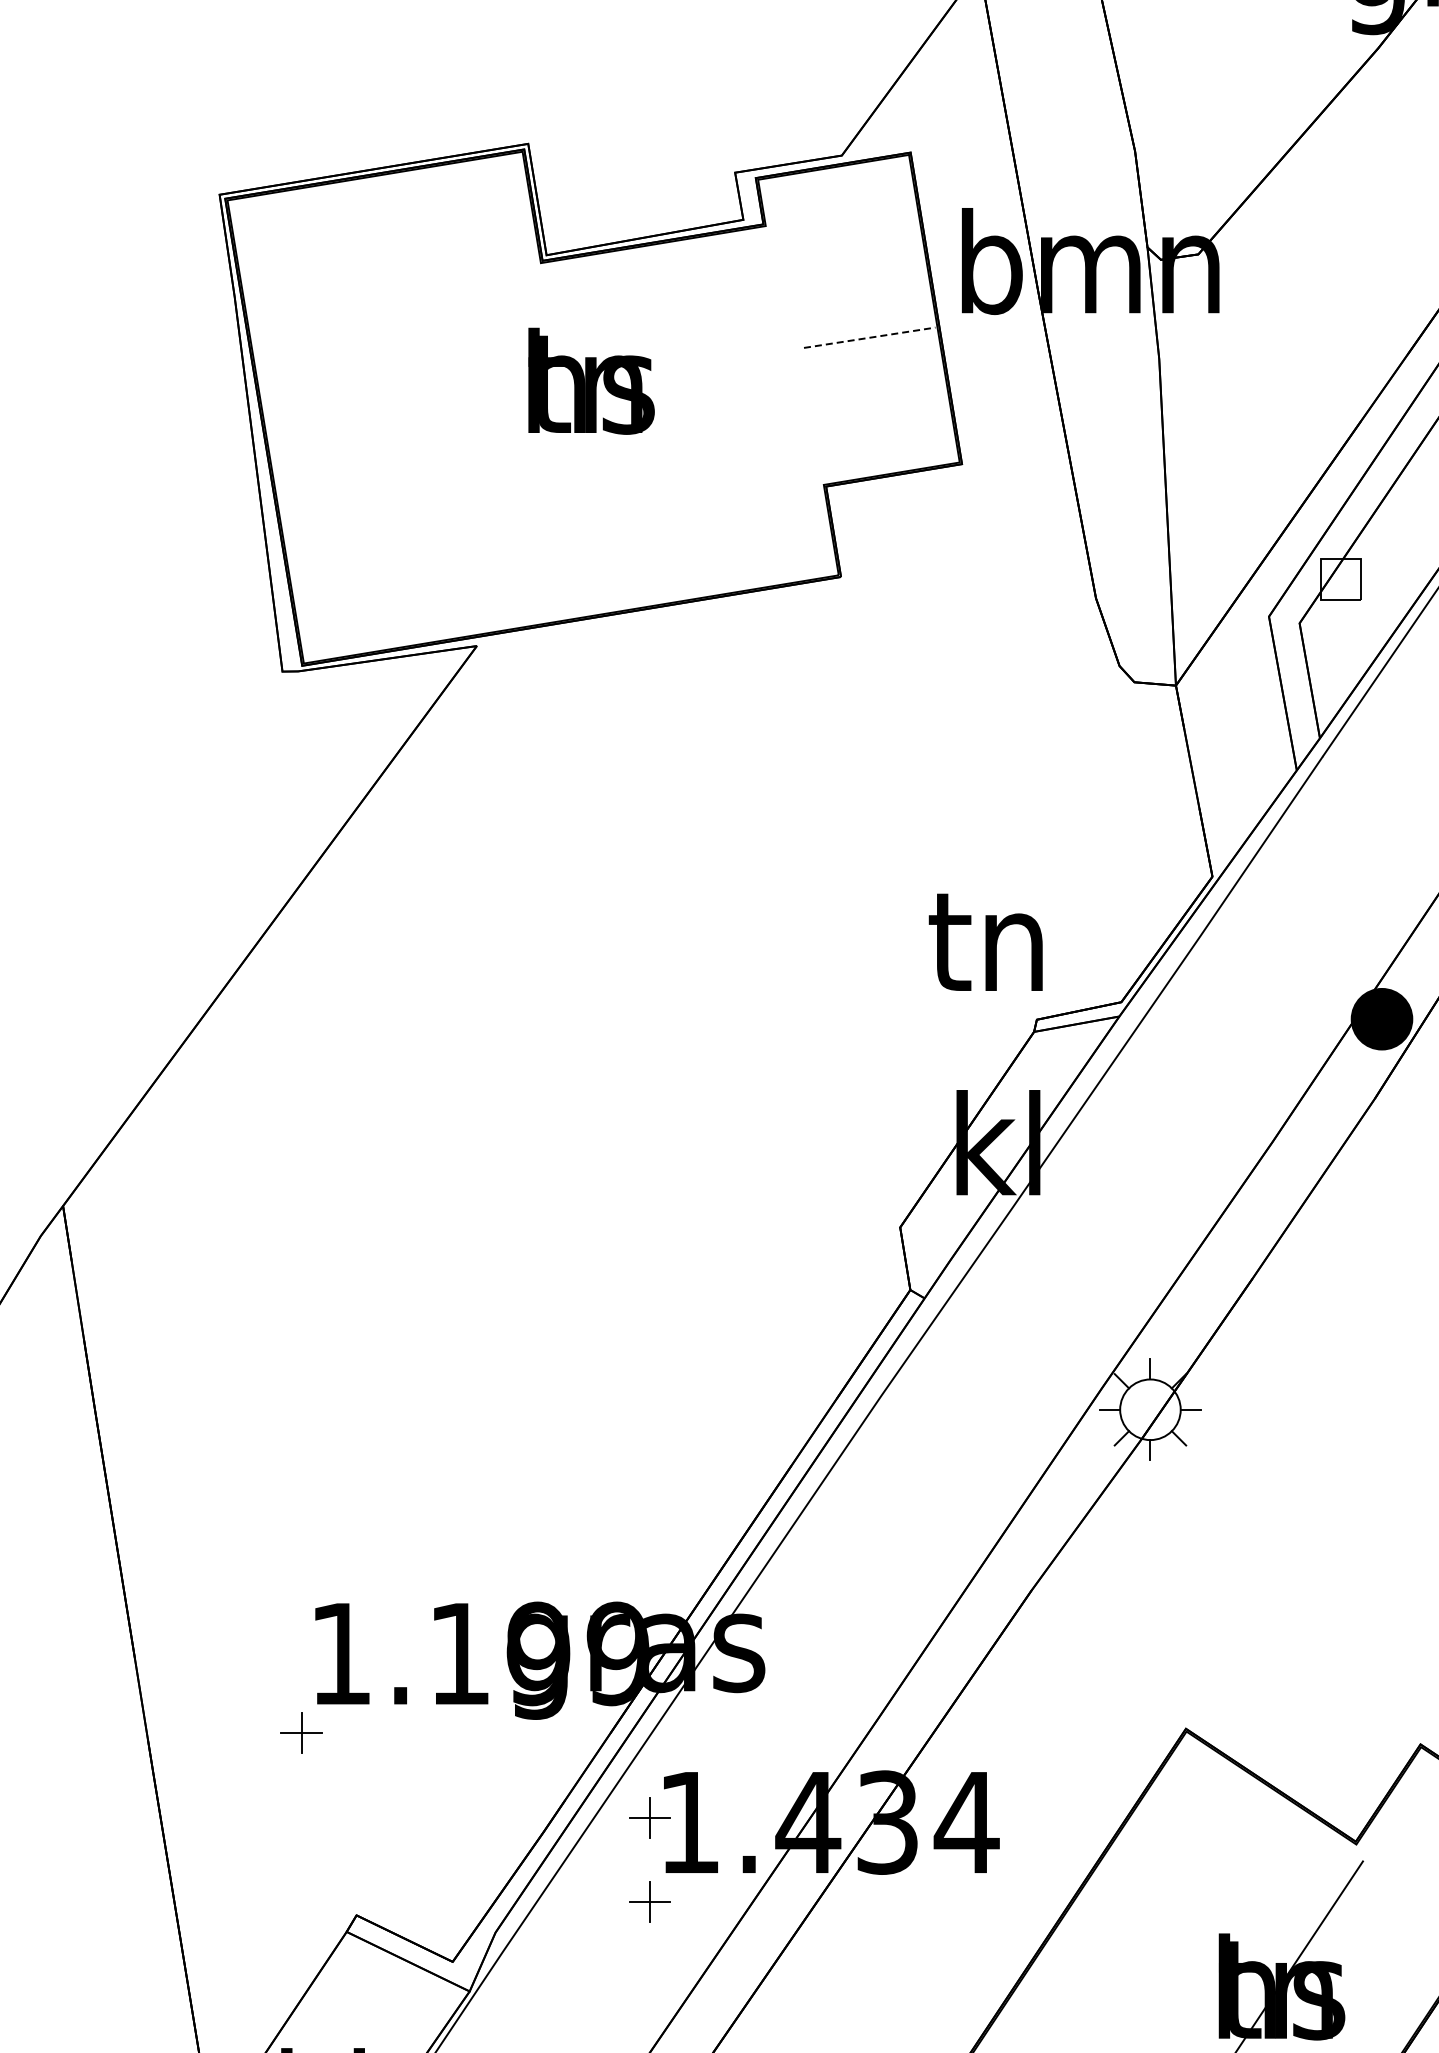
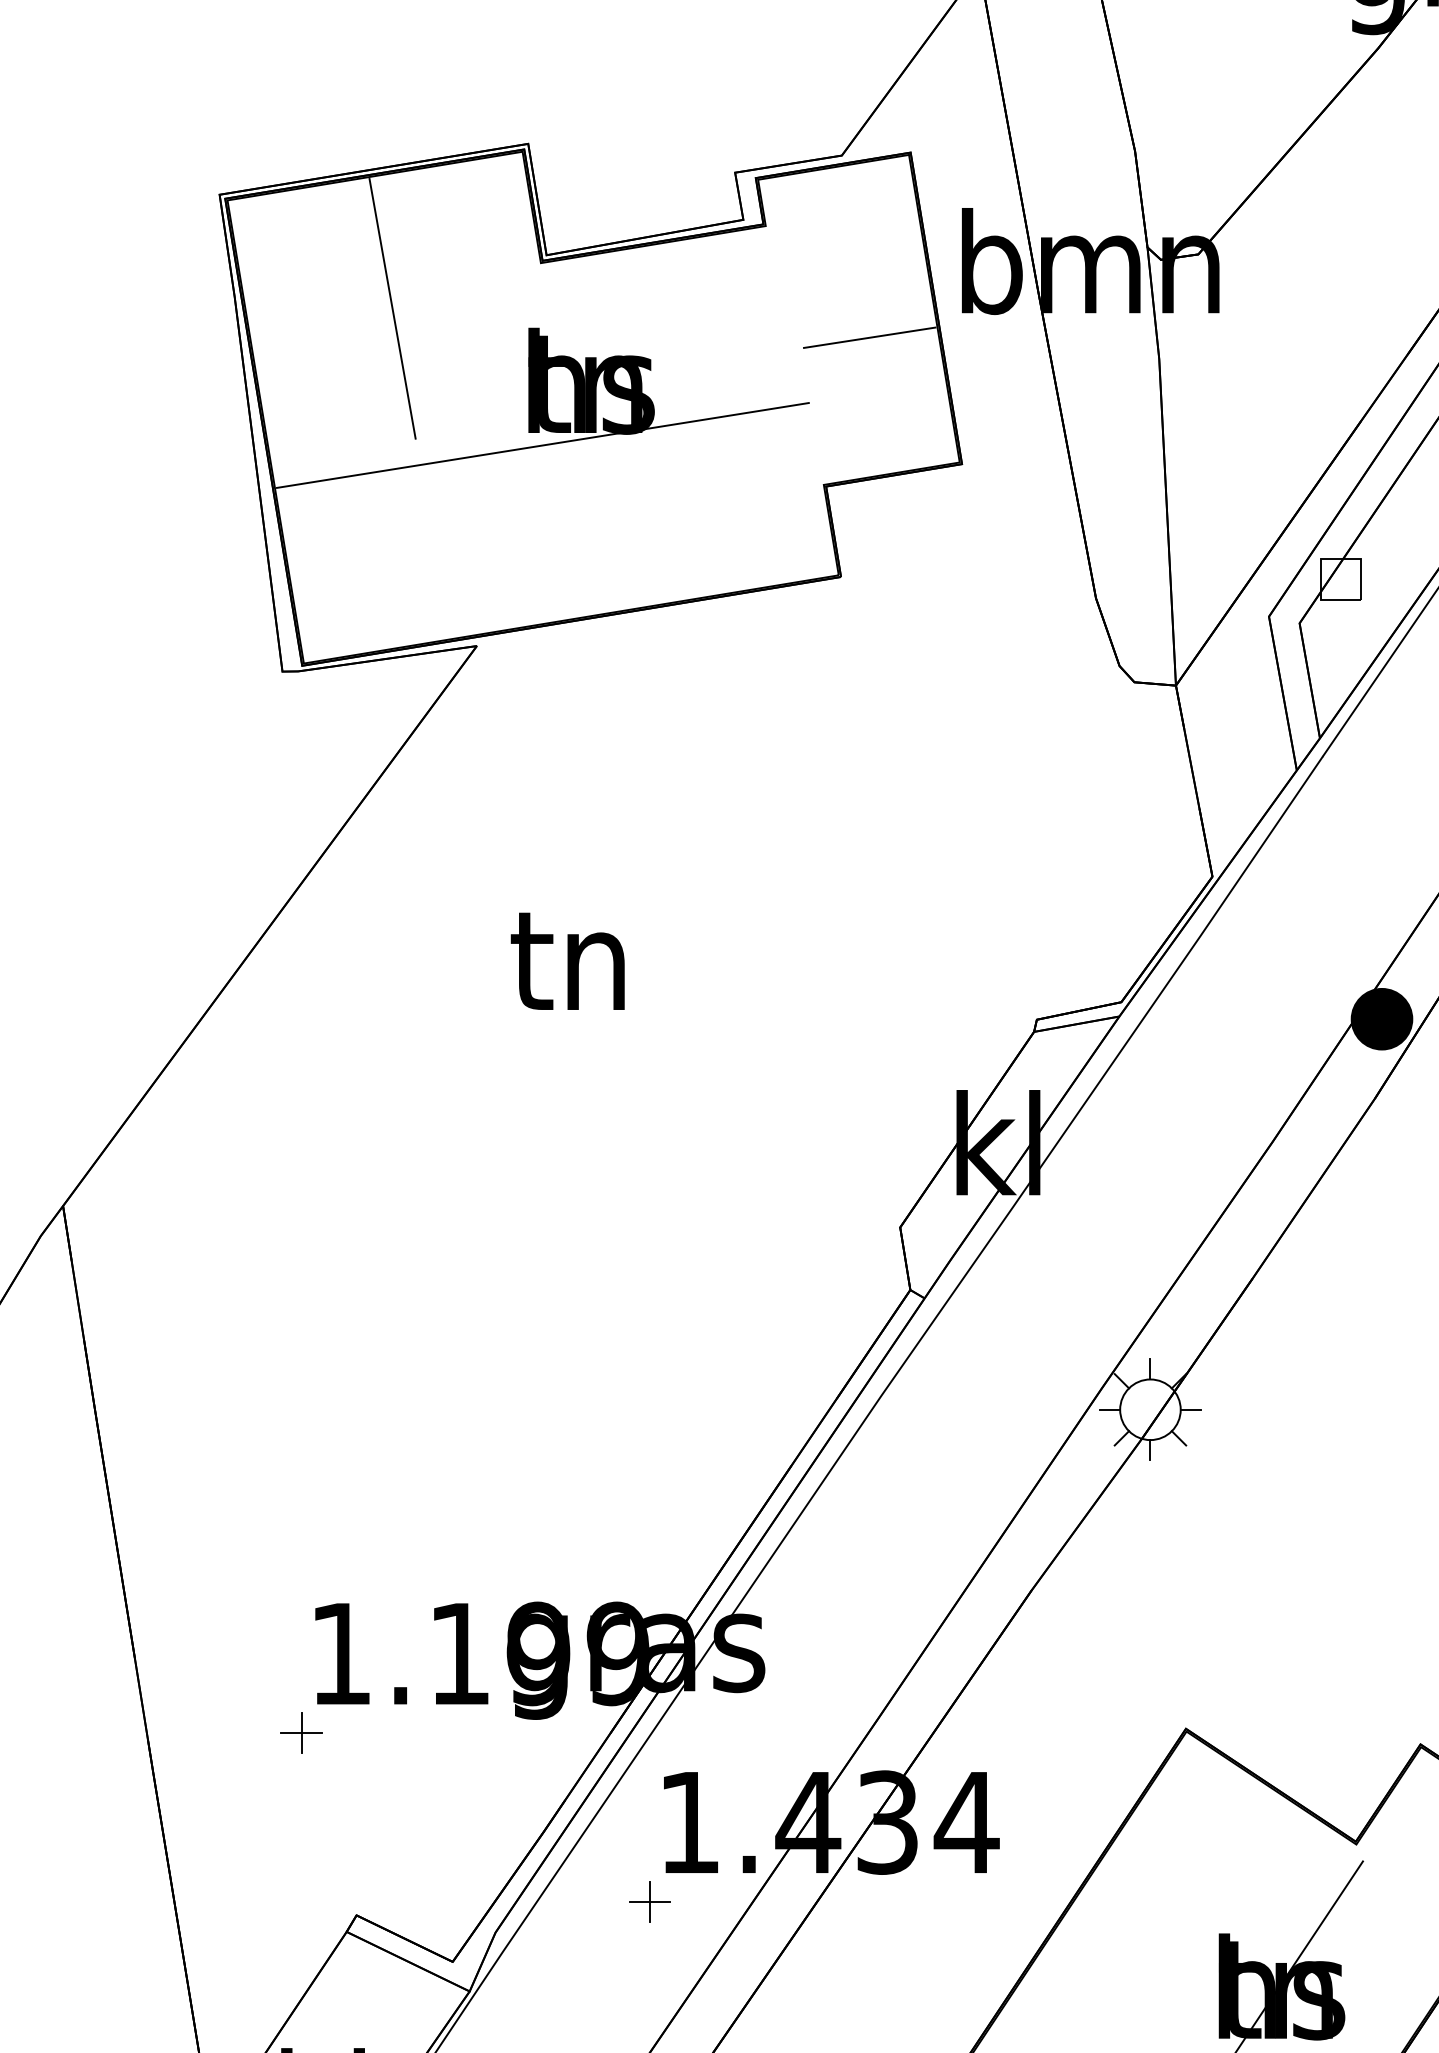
line at (392, 308): none -> present
line at (869, 337): dashed -> solid
line at (542, 445): none -> present
text at (985, 941) position: (985, 941) -> (567, 960)
part at (649, 1817): present -> none
